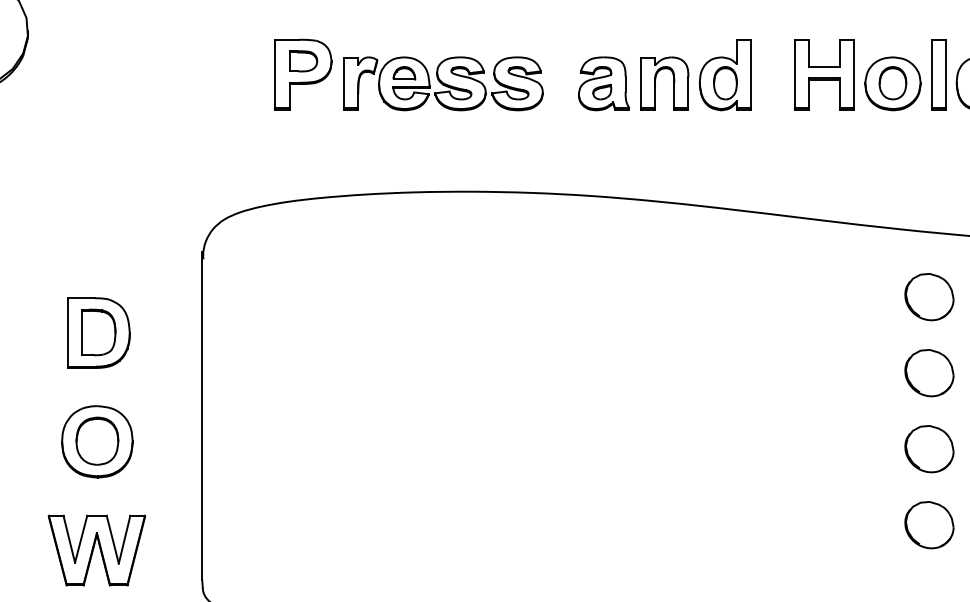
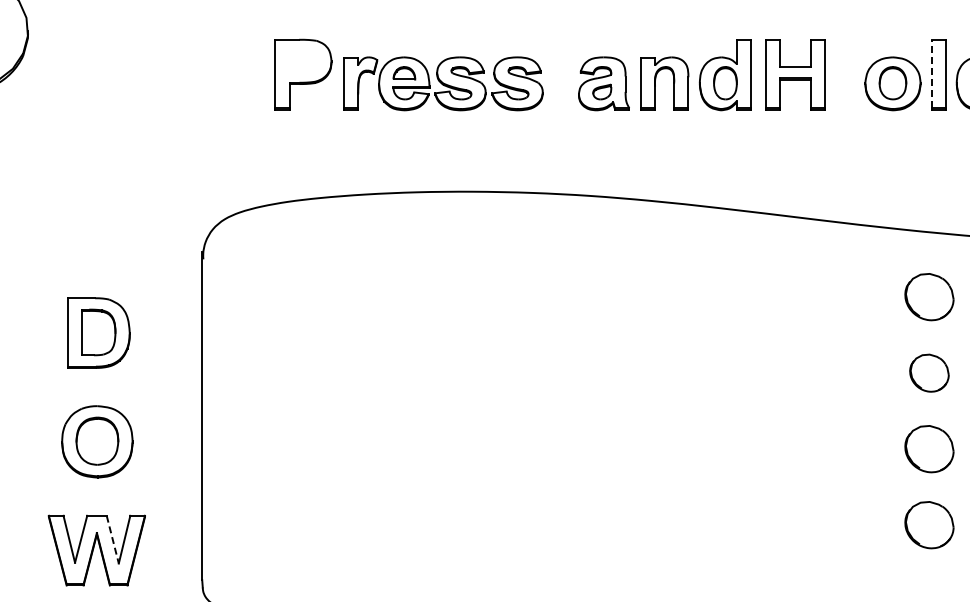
part at (303, 61): present -> none
line at (931, 73): solid -> dashed
part at (824, 74) position: (824, 74) -> (795, 74)
part at (929, 373) size: 51x49 px -> 41x40 px
line at (112, 539): solid -> dashed
